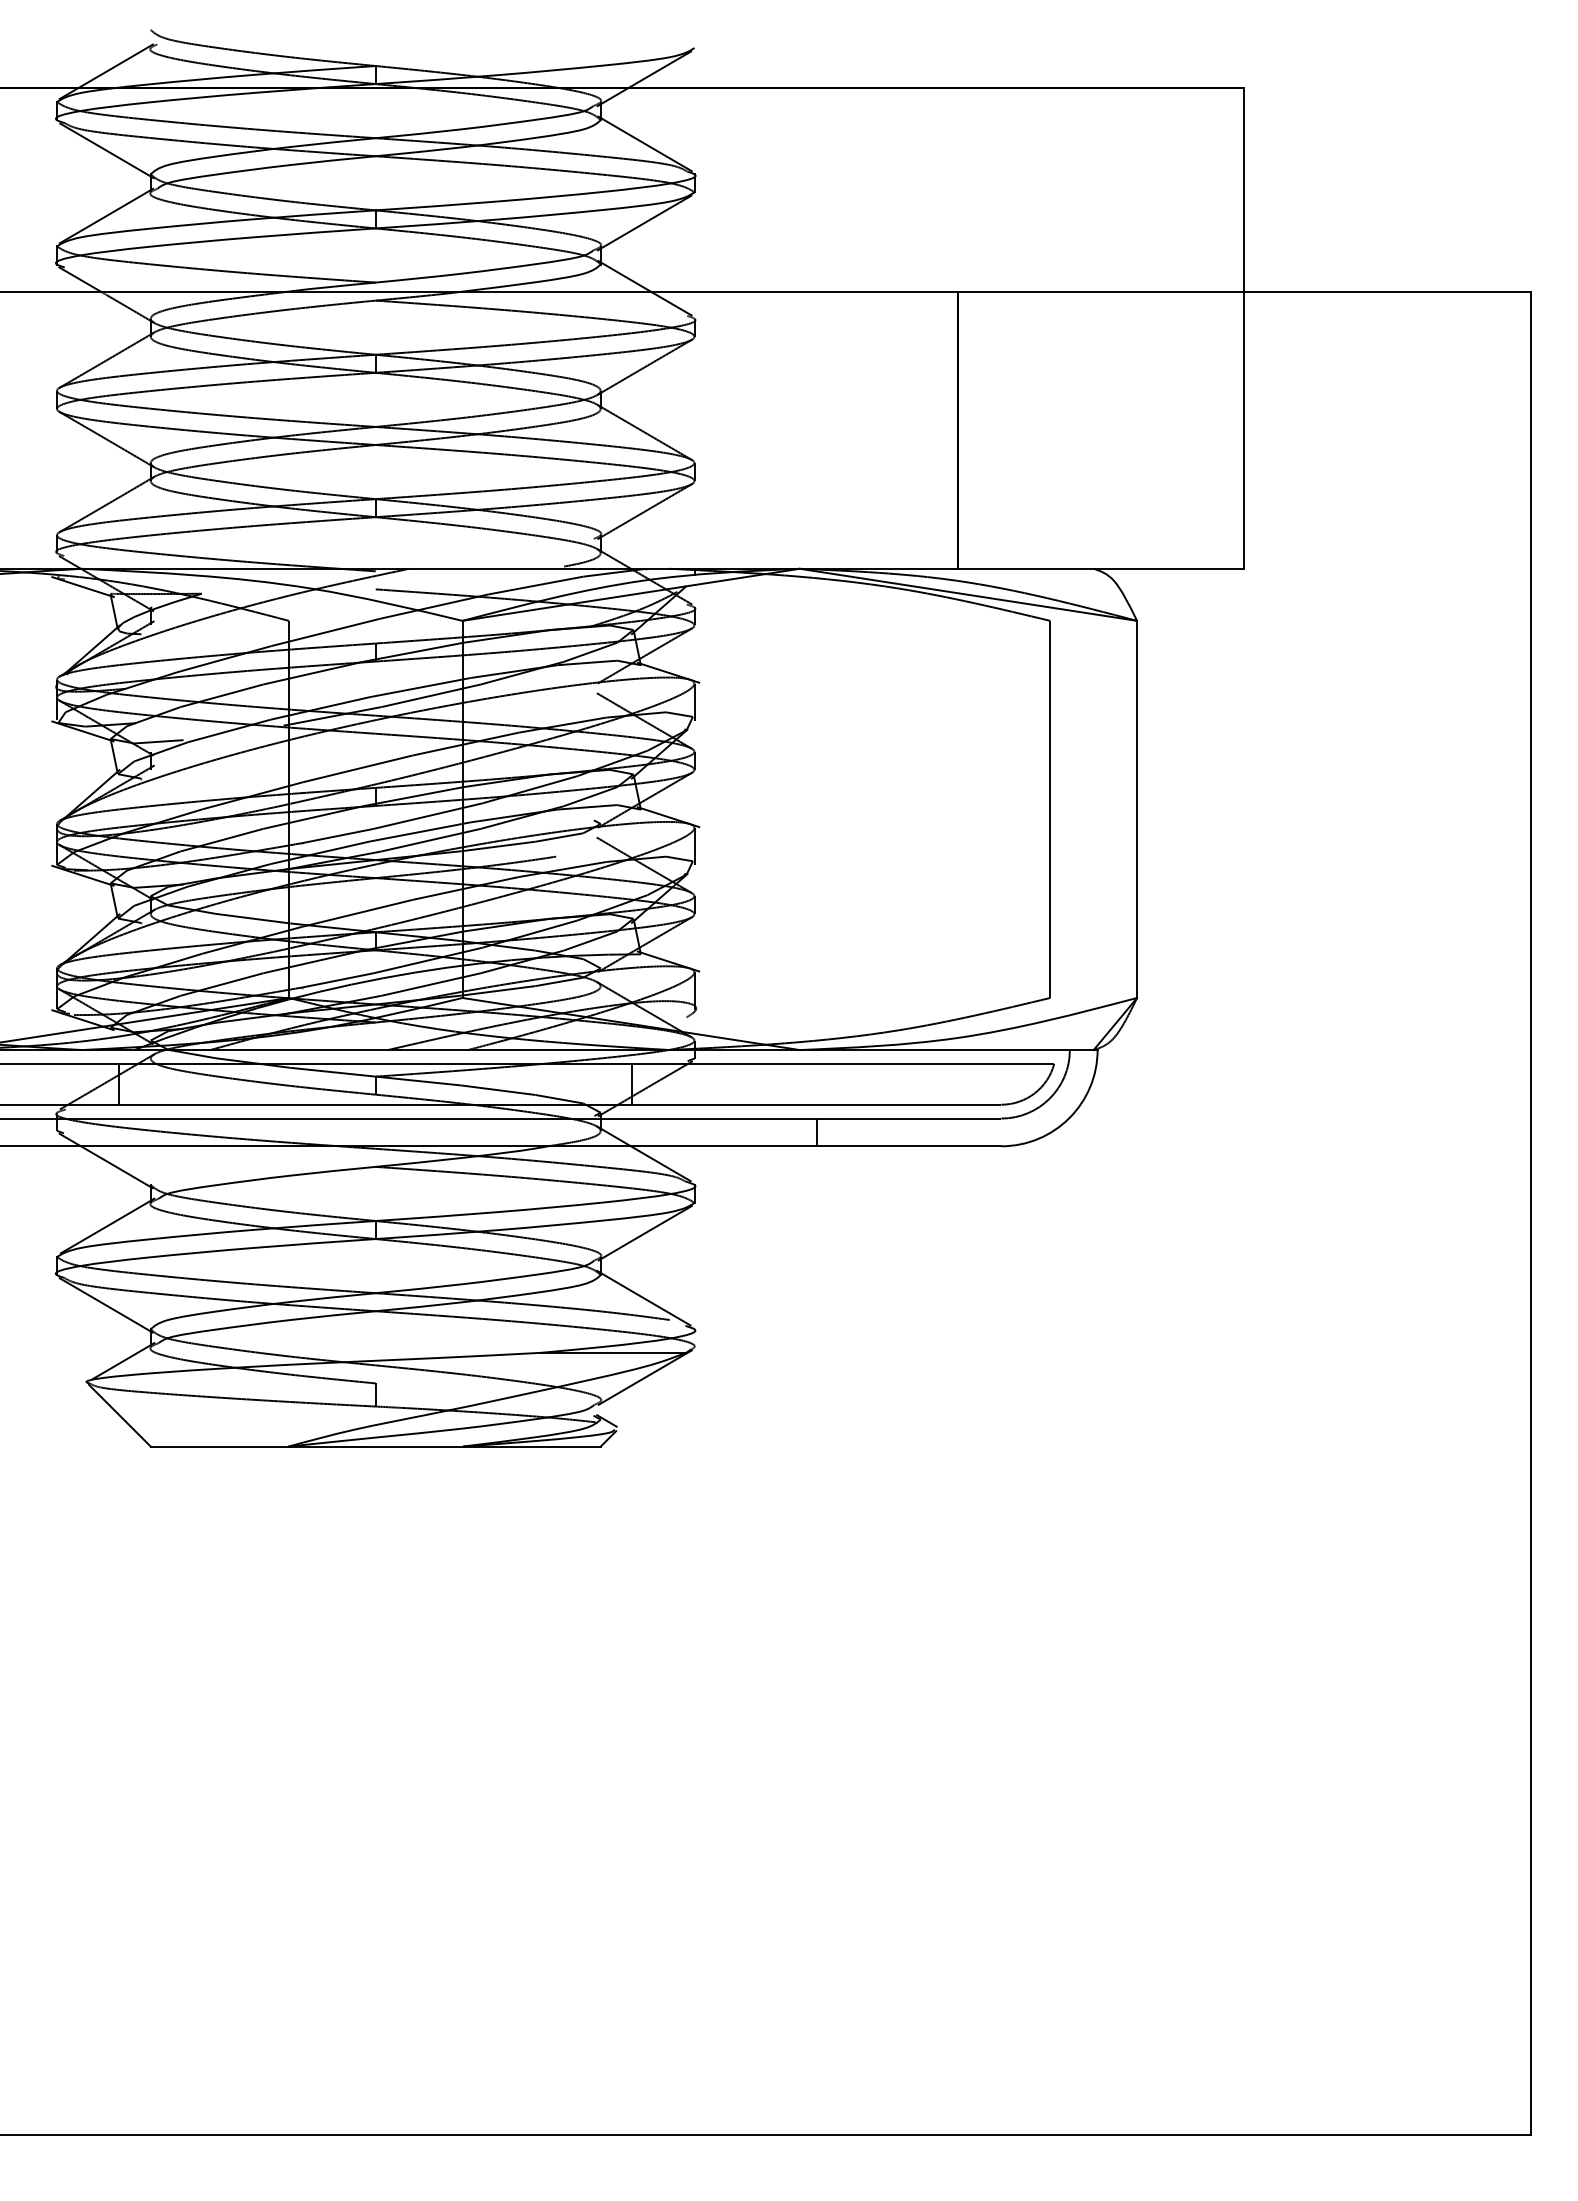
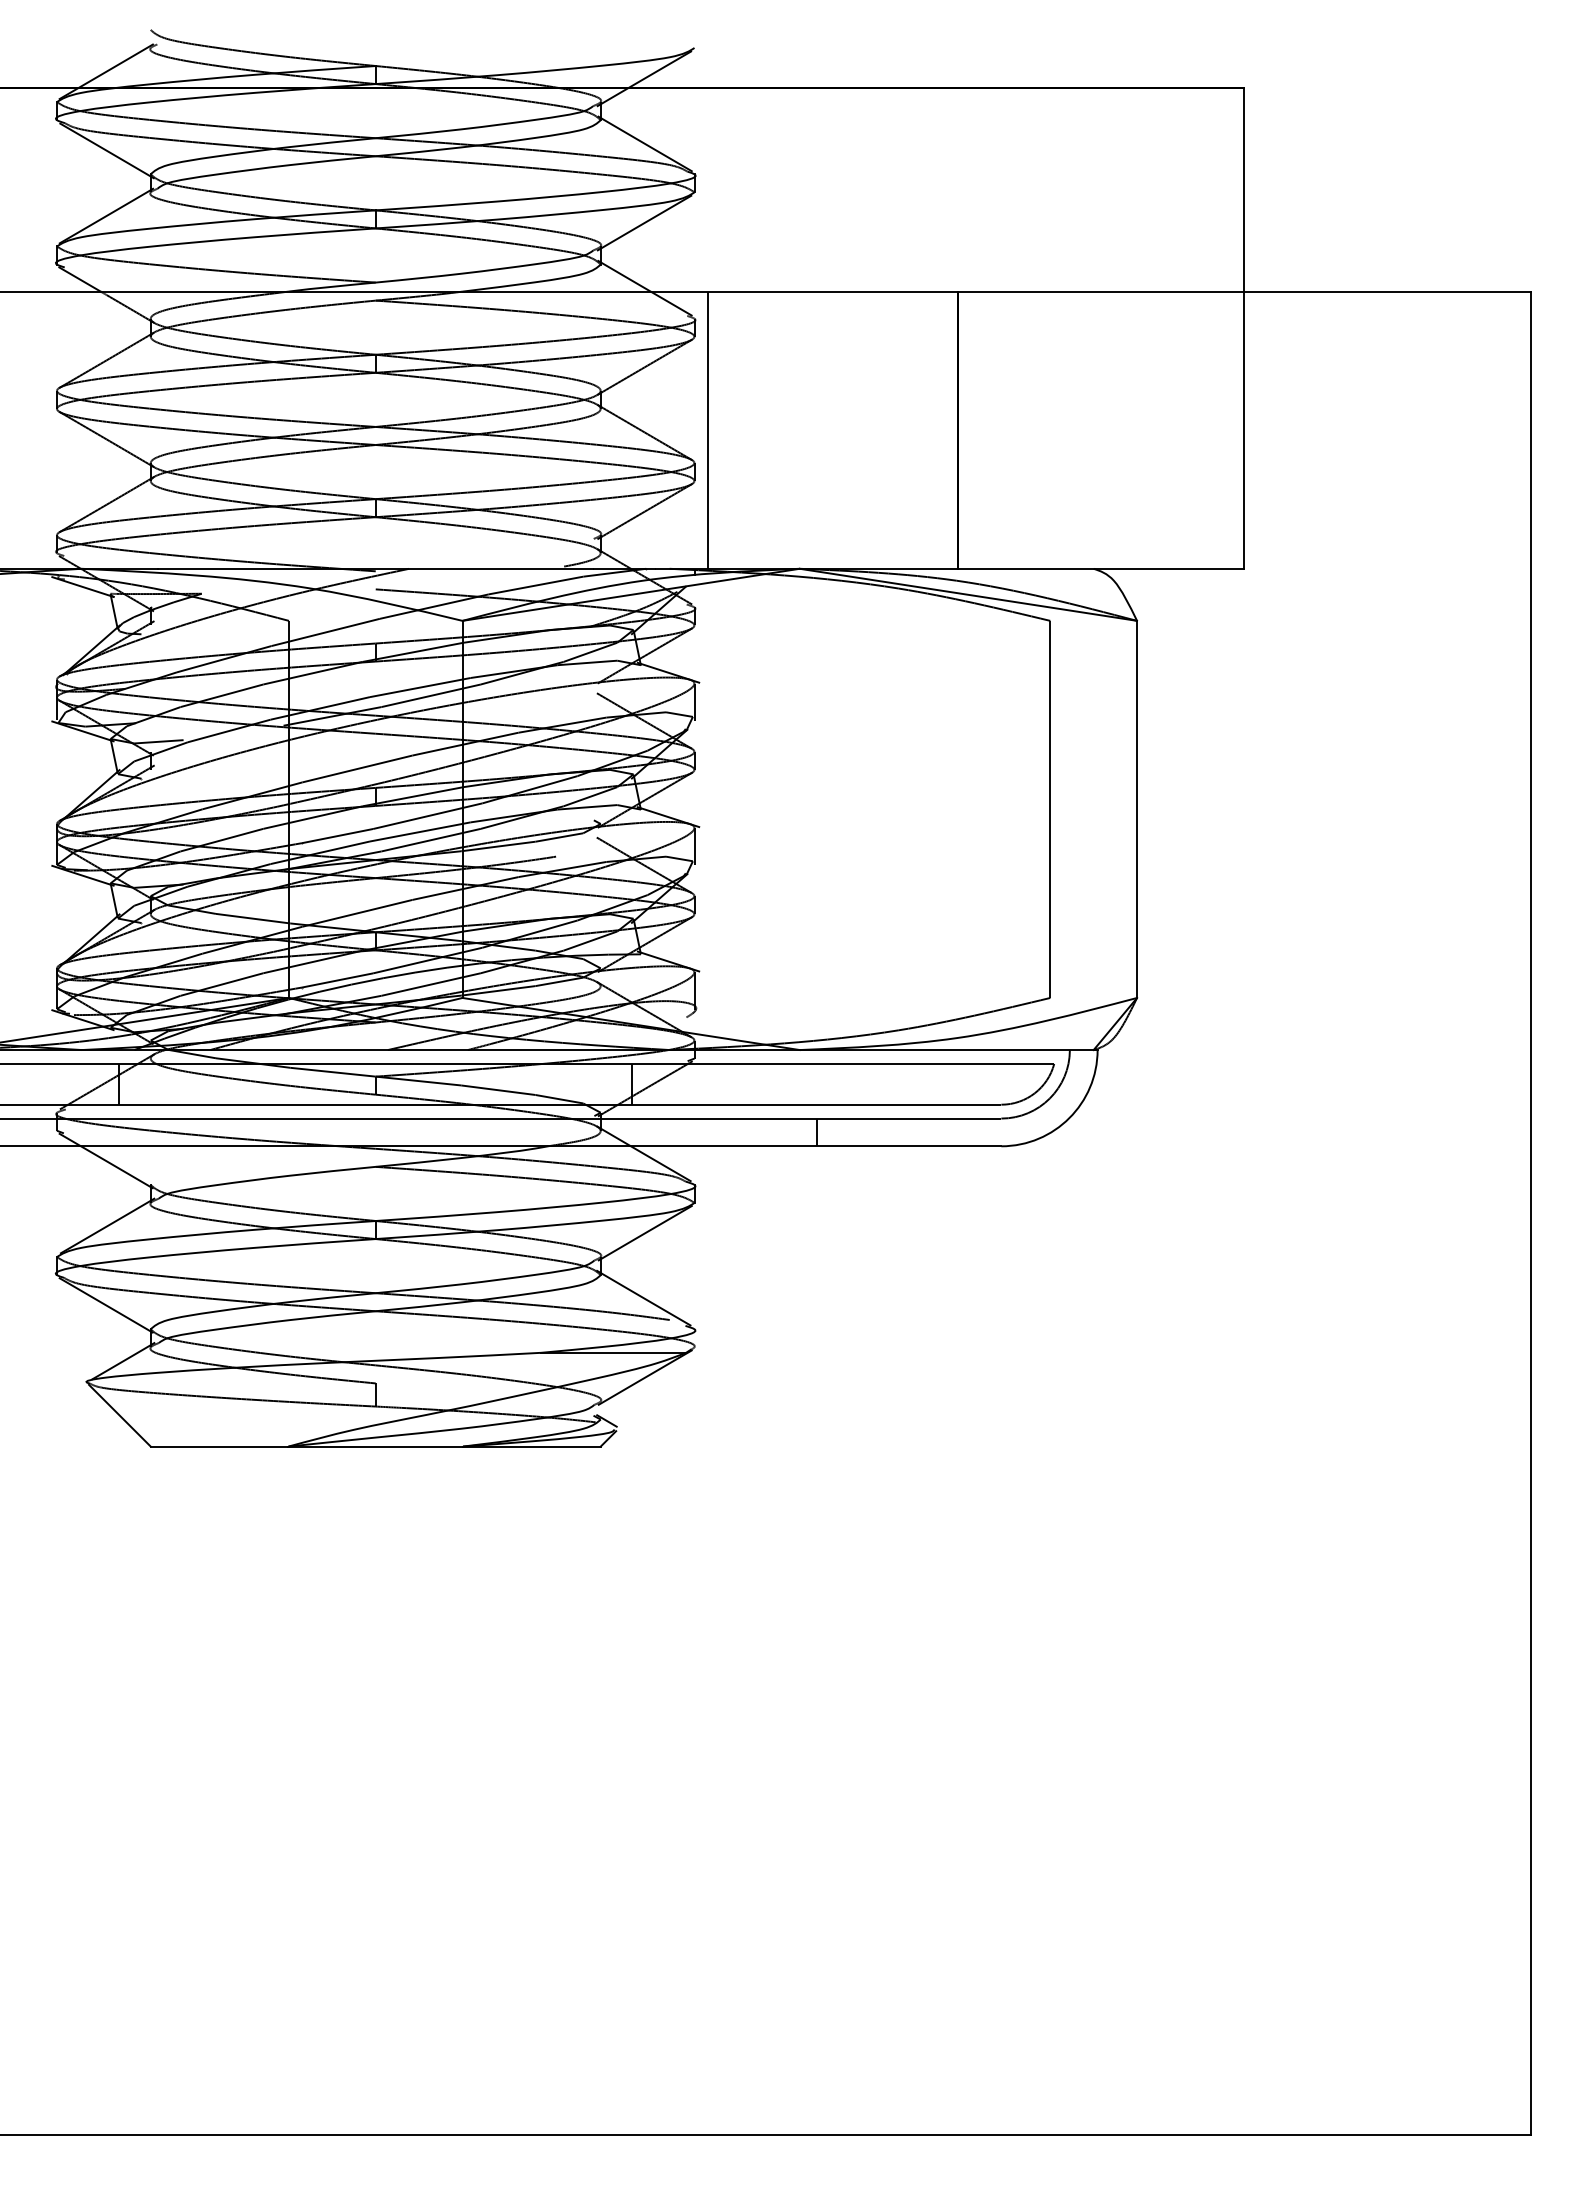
line at (708, 429): none -> present
